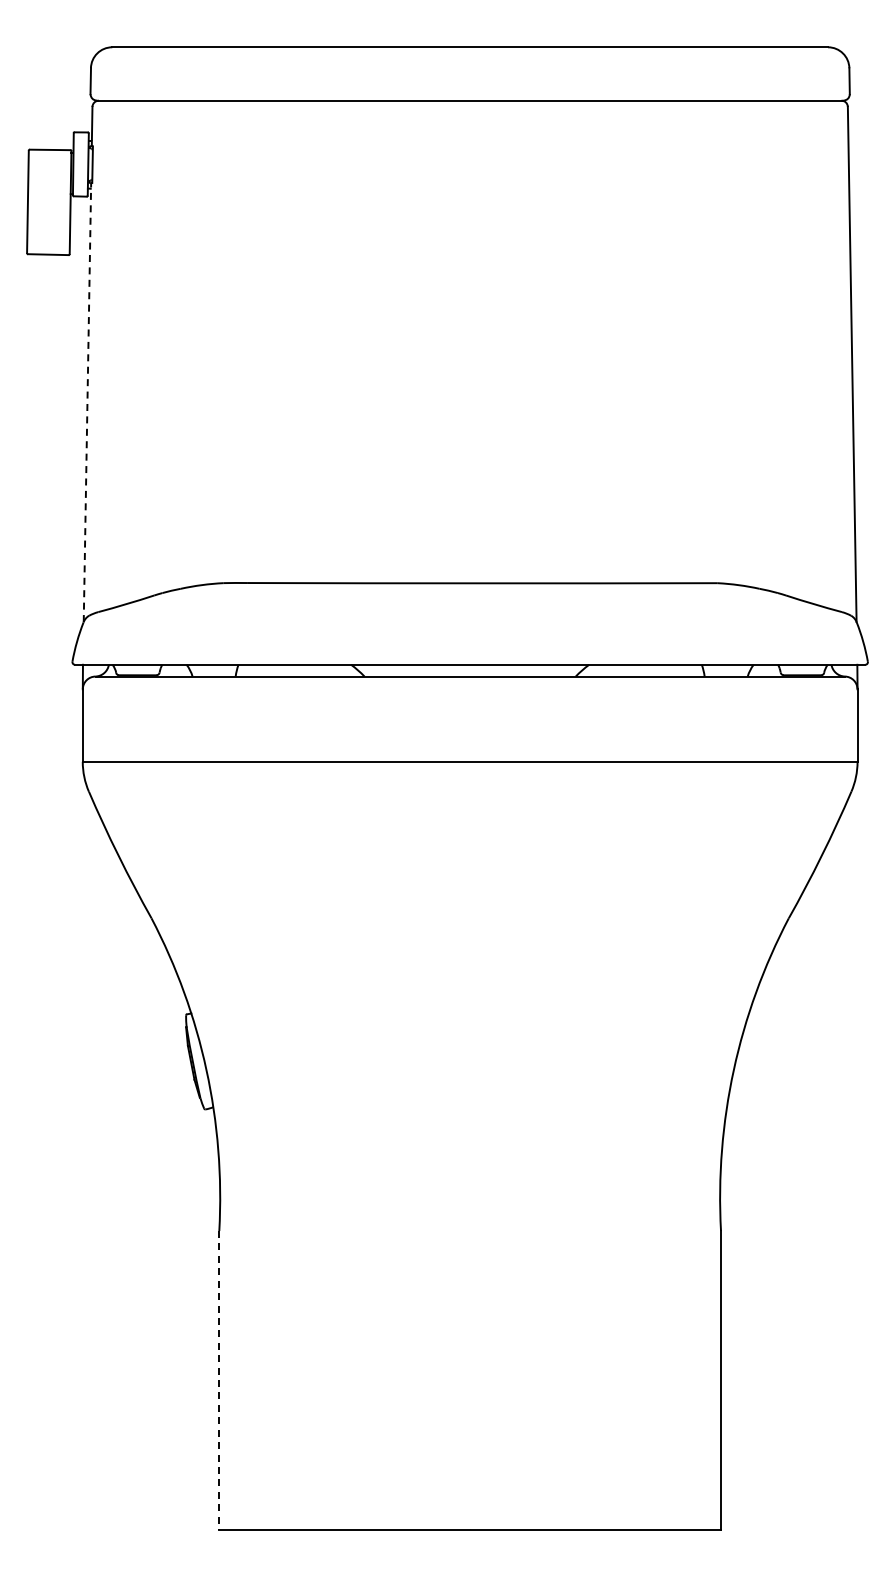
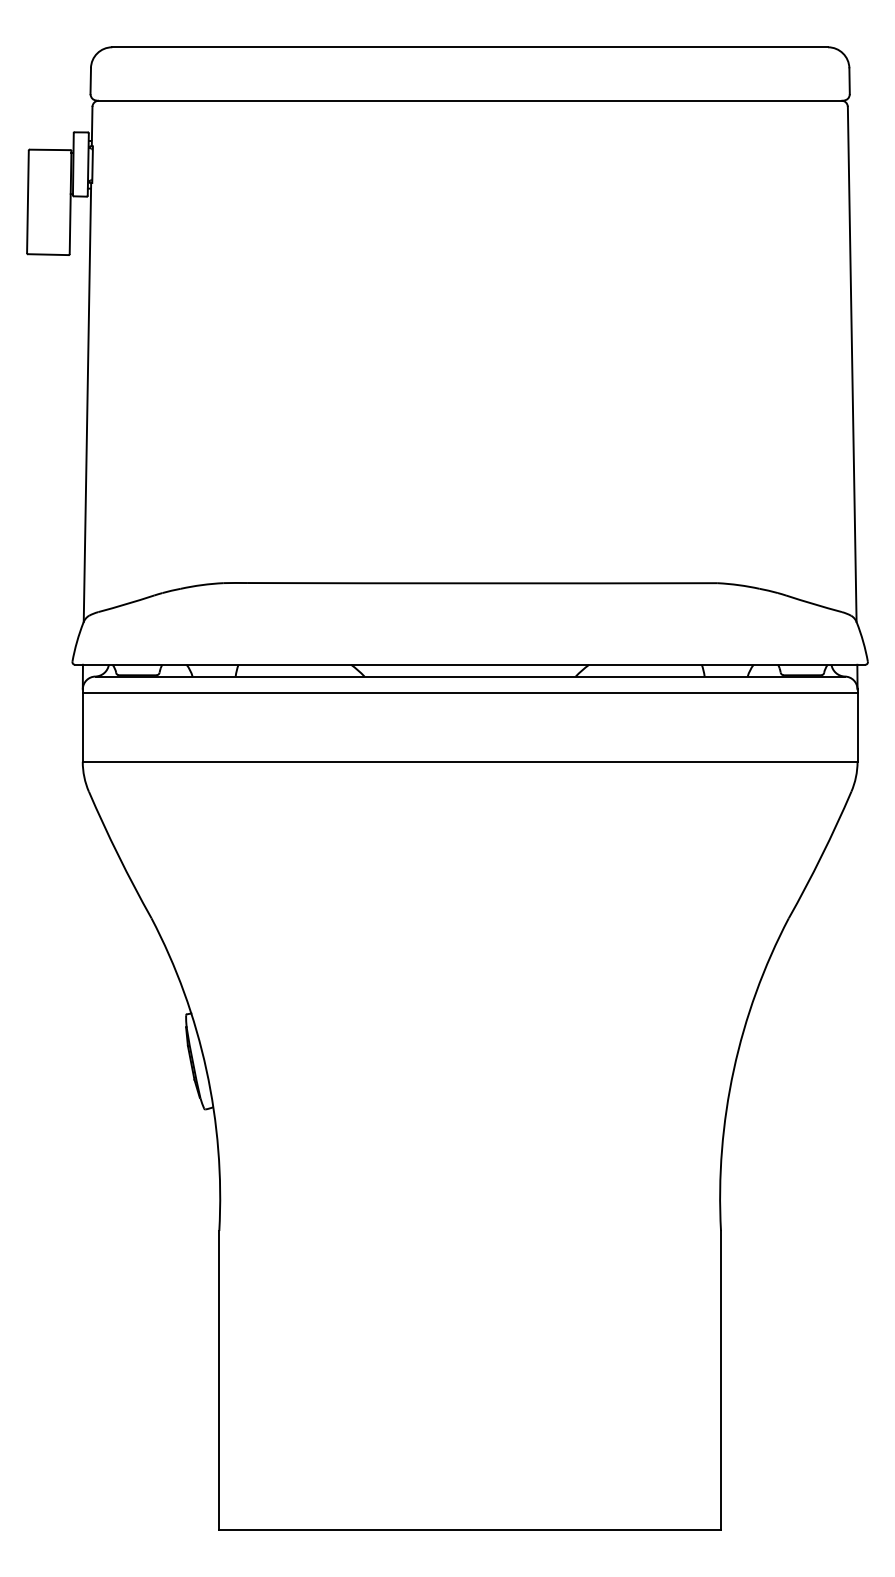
line at (87, 402): dashed -> solid
line at (469, 692): none -> present
line at (219, 1380): dashed -> solid
